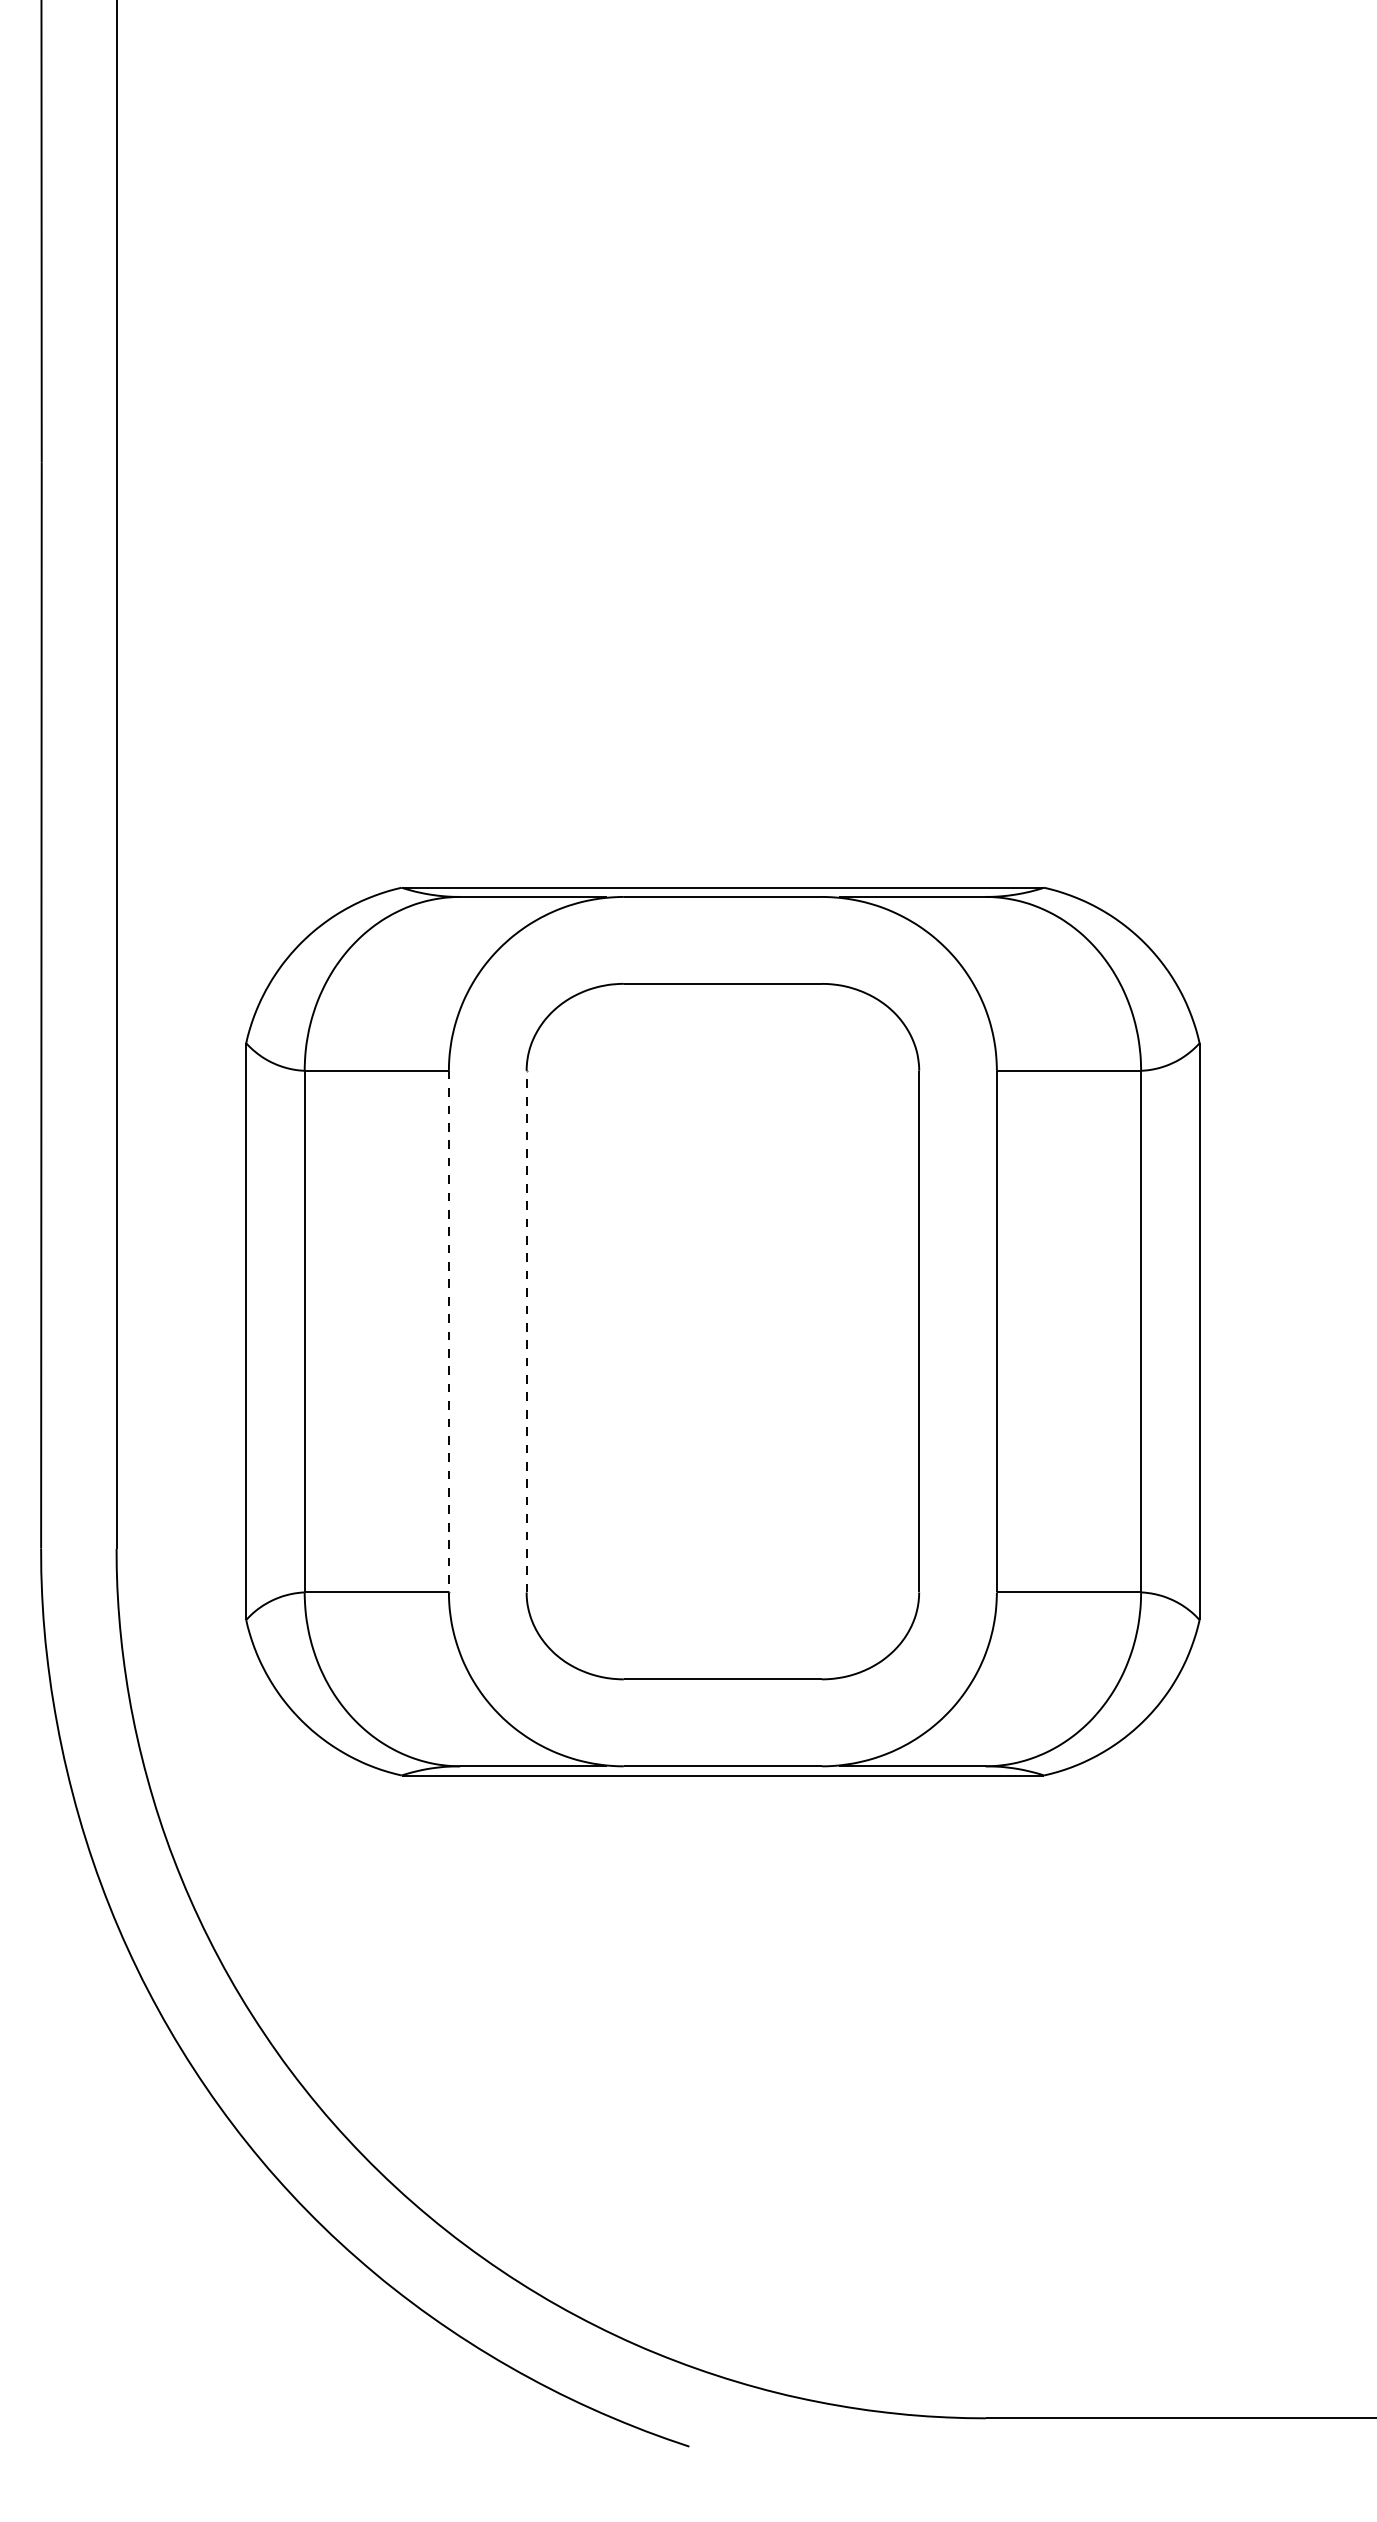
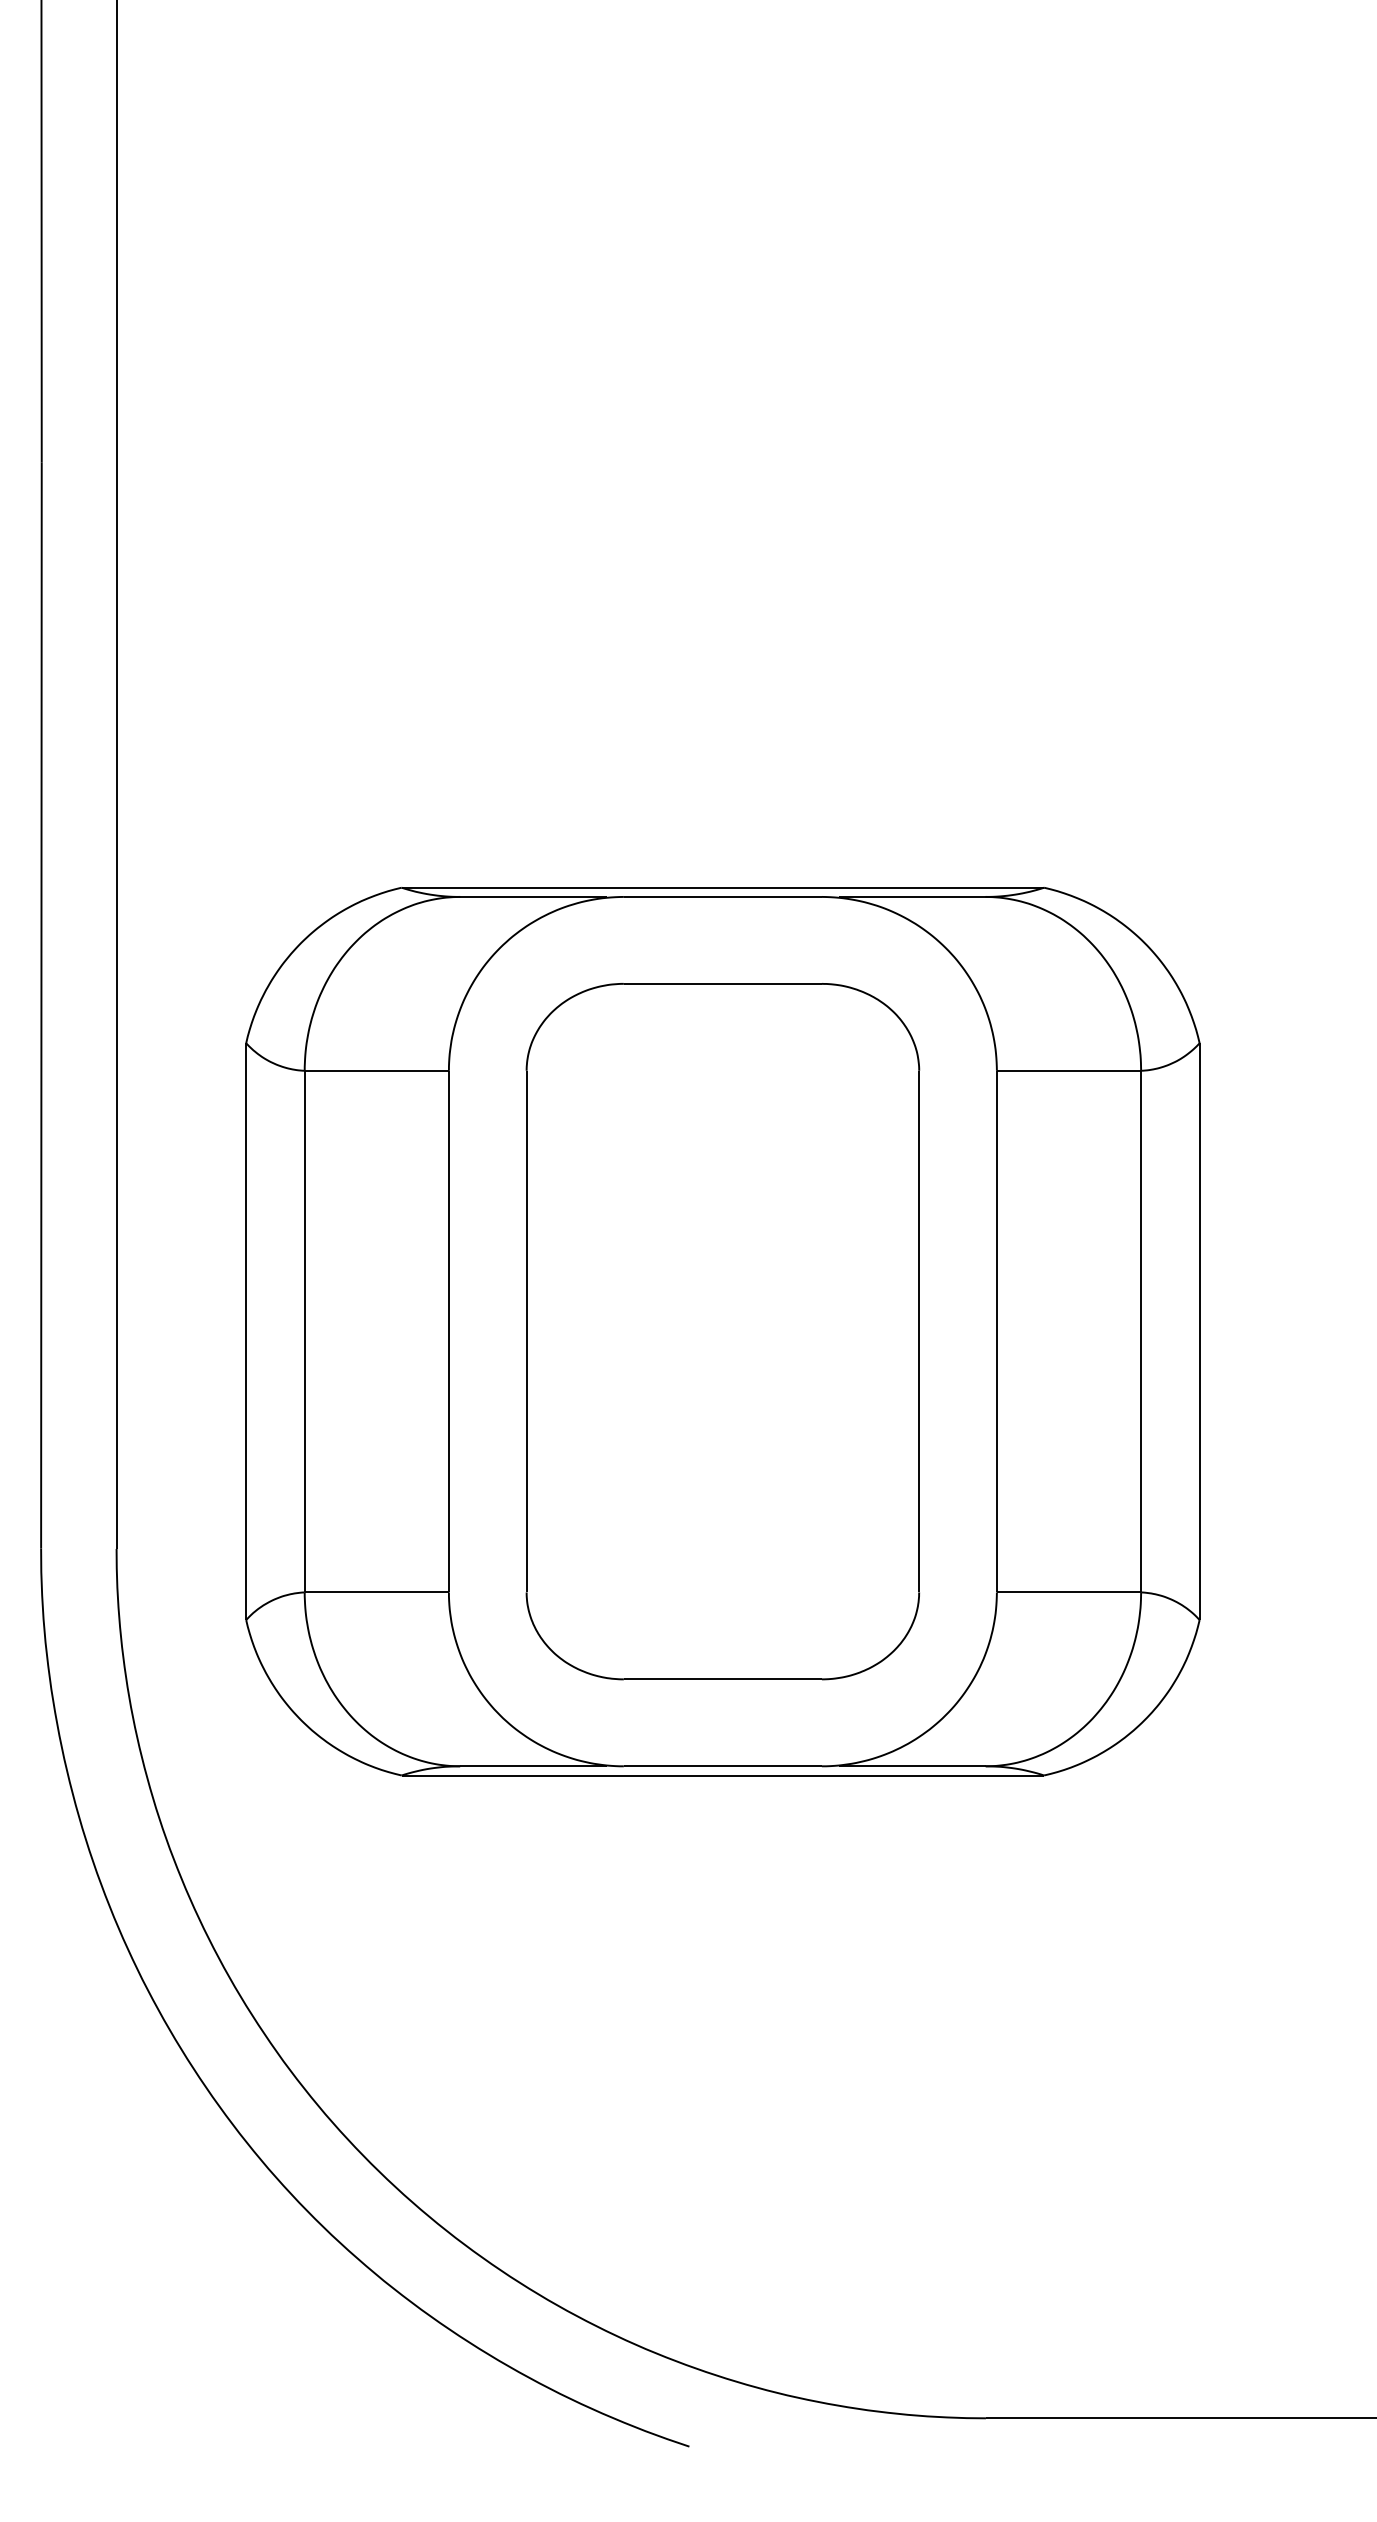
line at (448, 1331): dashed -> solid
line at (526, 1331): dashed -> solid
